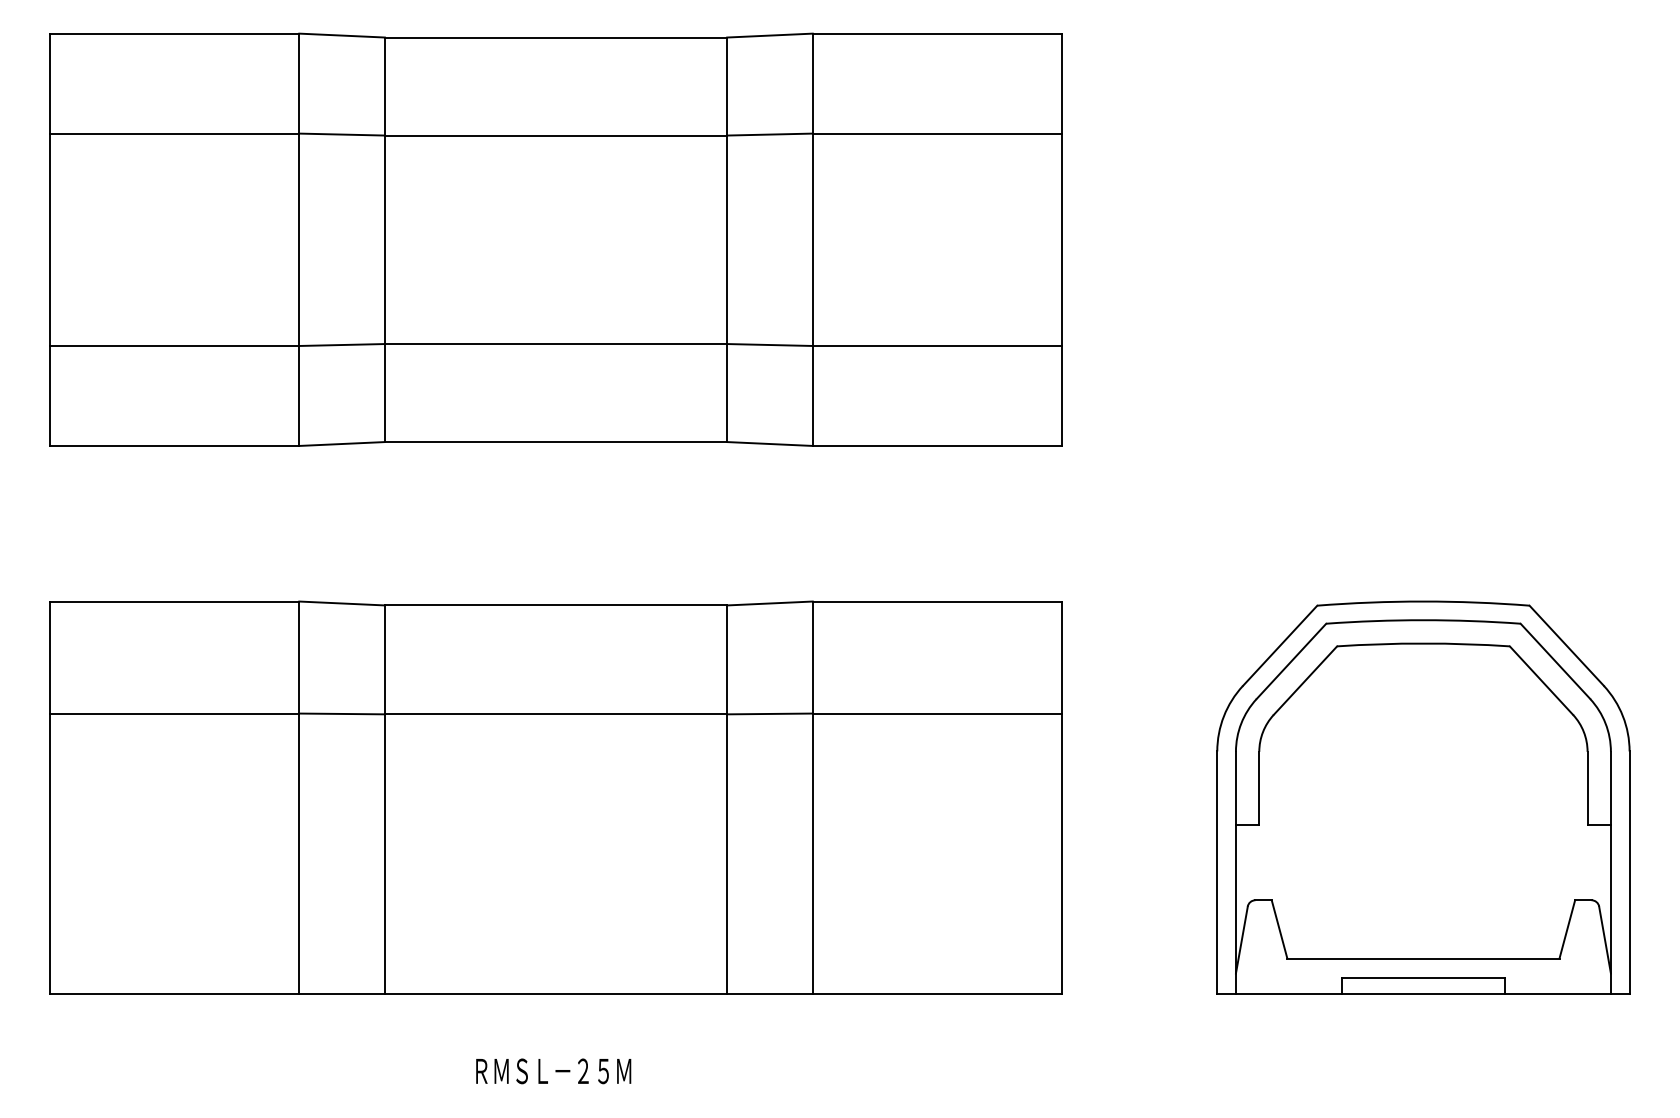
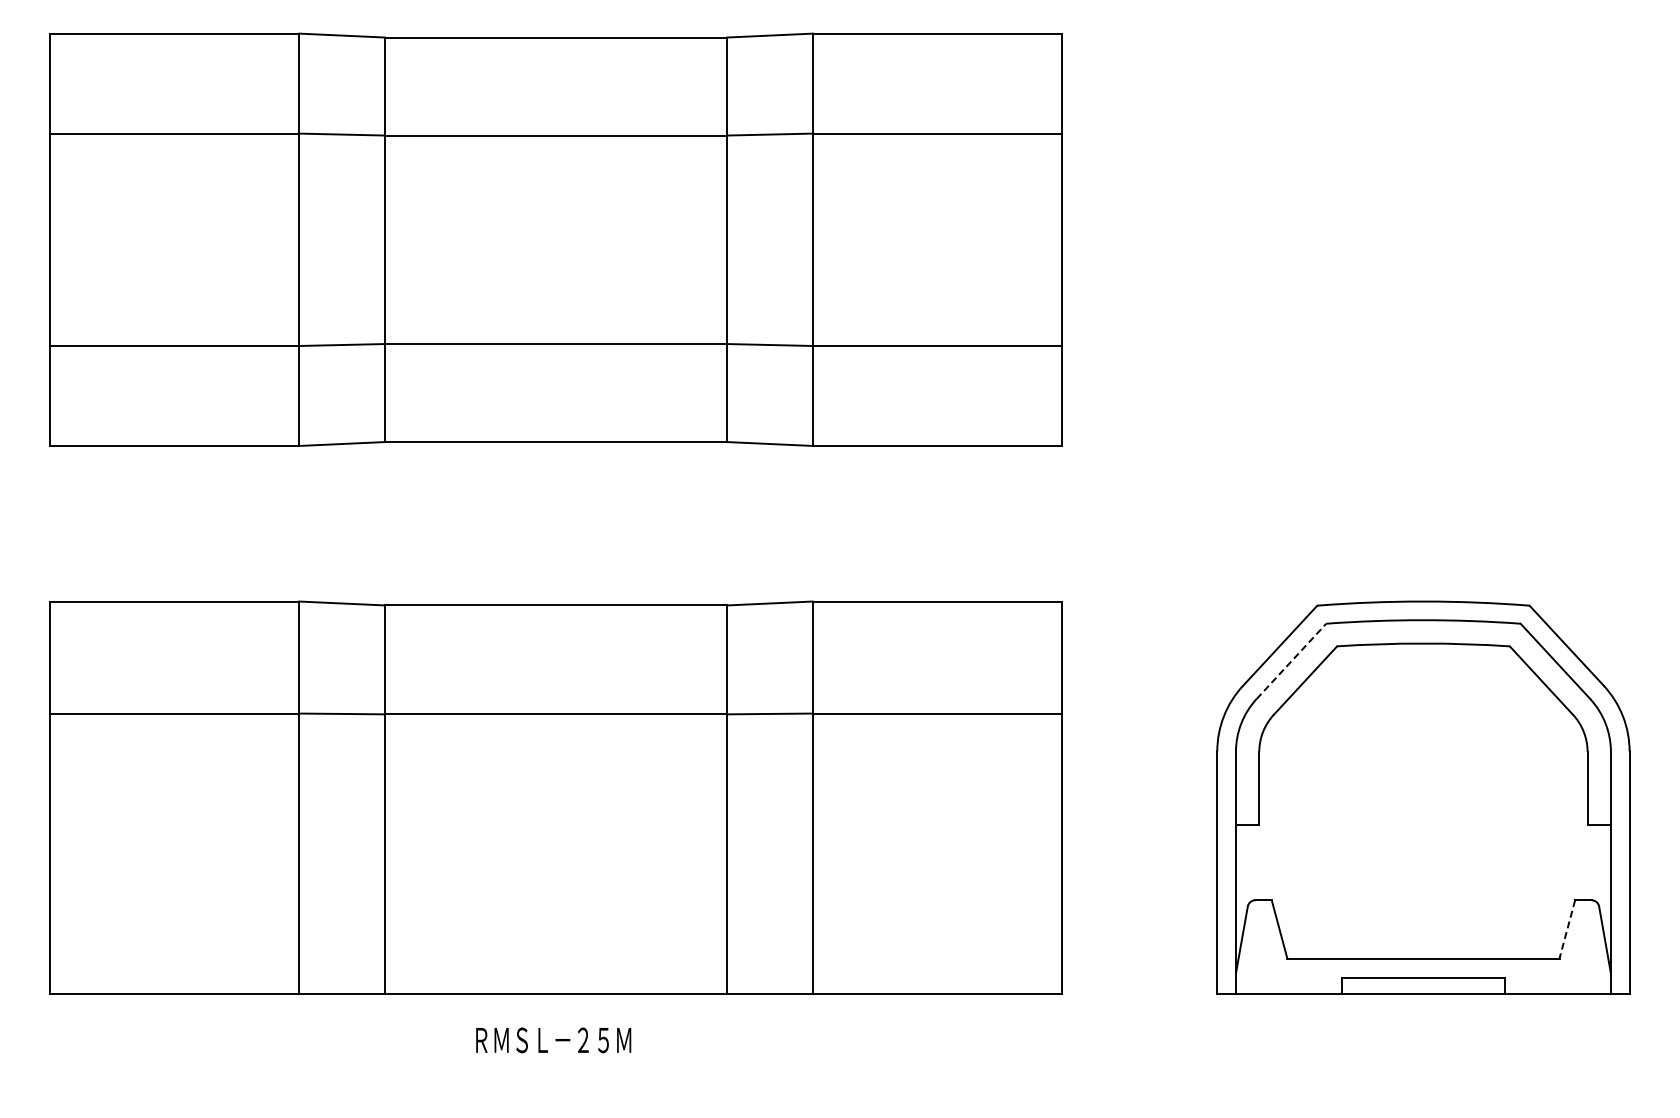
line at (1291, 661): solid -> dashed
line at (1567, 929): solid -> dashed
text at (553, 1071) position: (553, 1071) -> (553, 1040)
